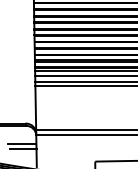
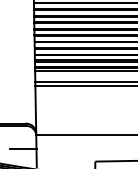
line at (84, 75): present -> none
line at (85, 130): present -> none
line at (21, 143): present -> none
